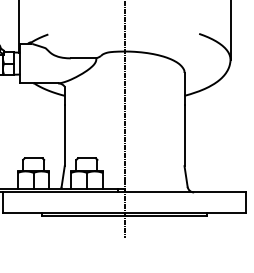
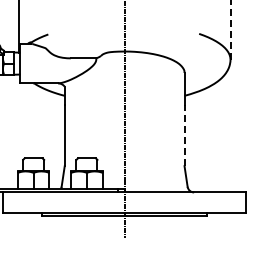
line at (230, 29): solid -> dashed
line at (184, 135): solid -> dashed
